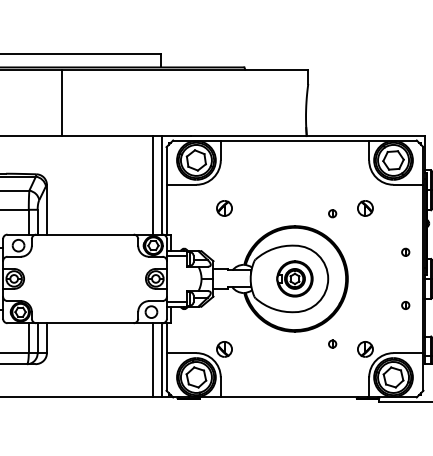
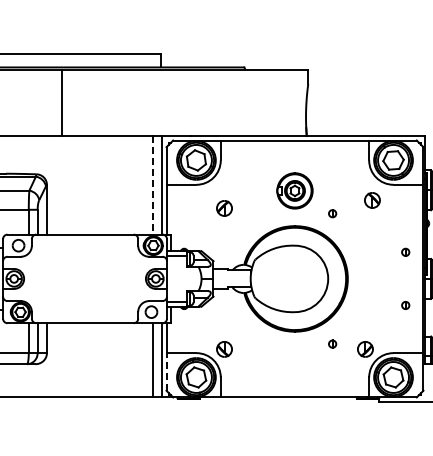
line at (153, 185): solid -> dashed
part at (365, 208) position: (365, 208) -> (372, 200)
part at (294, 278) position: (294, 278) -> (294, 190)
line at (166, 371): solid -> dashed
